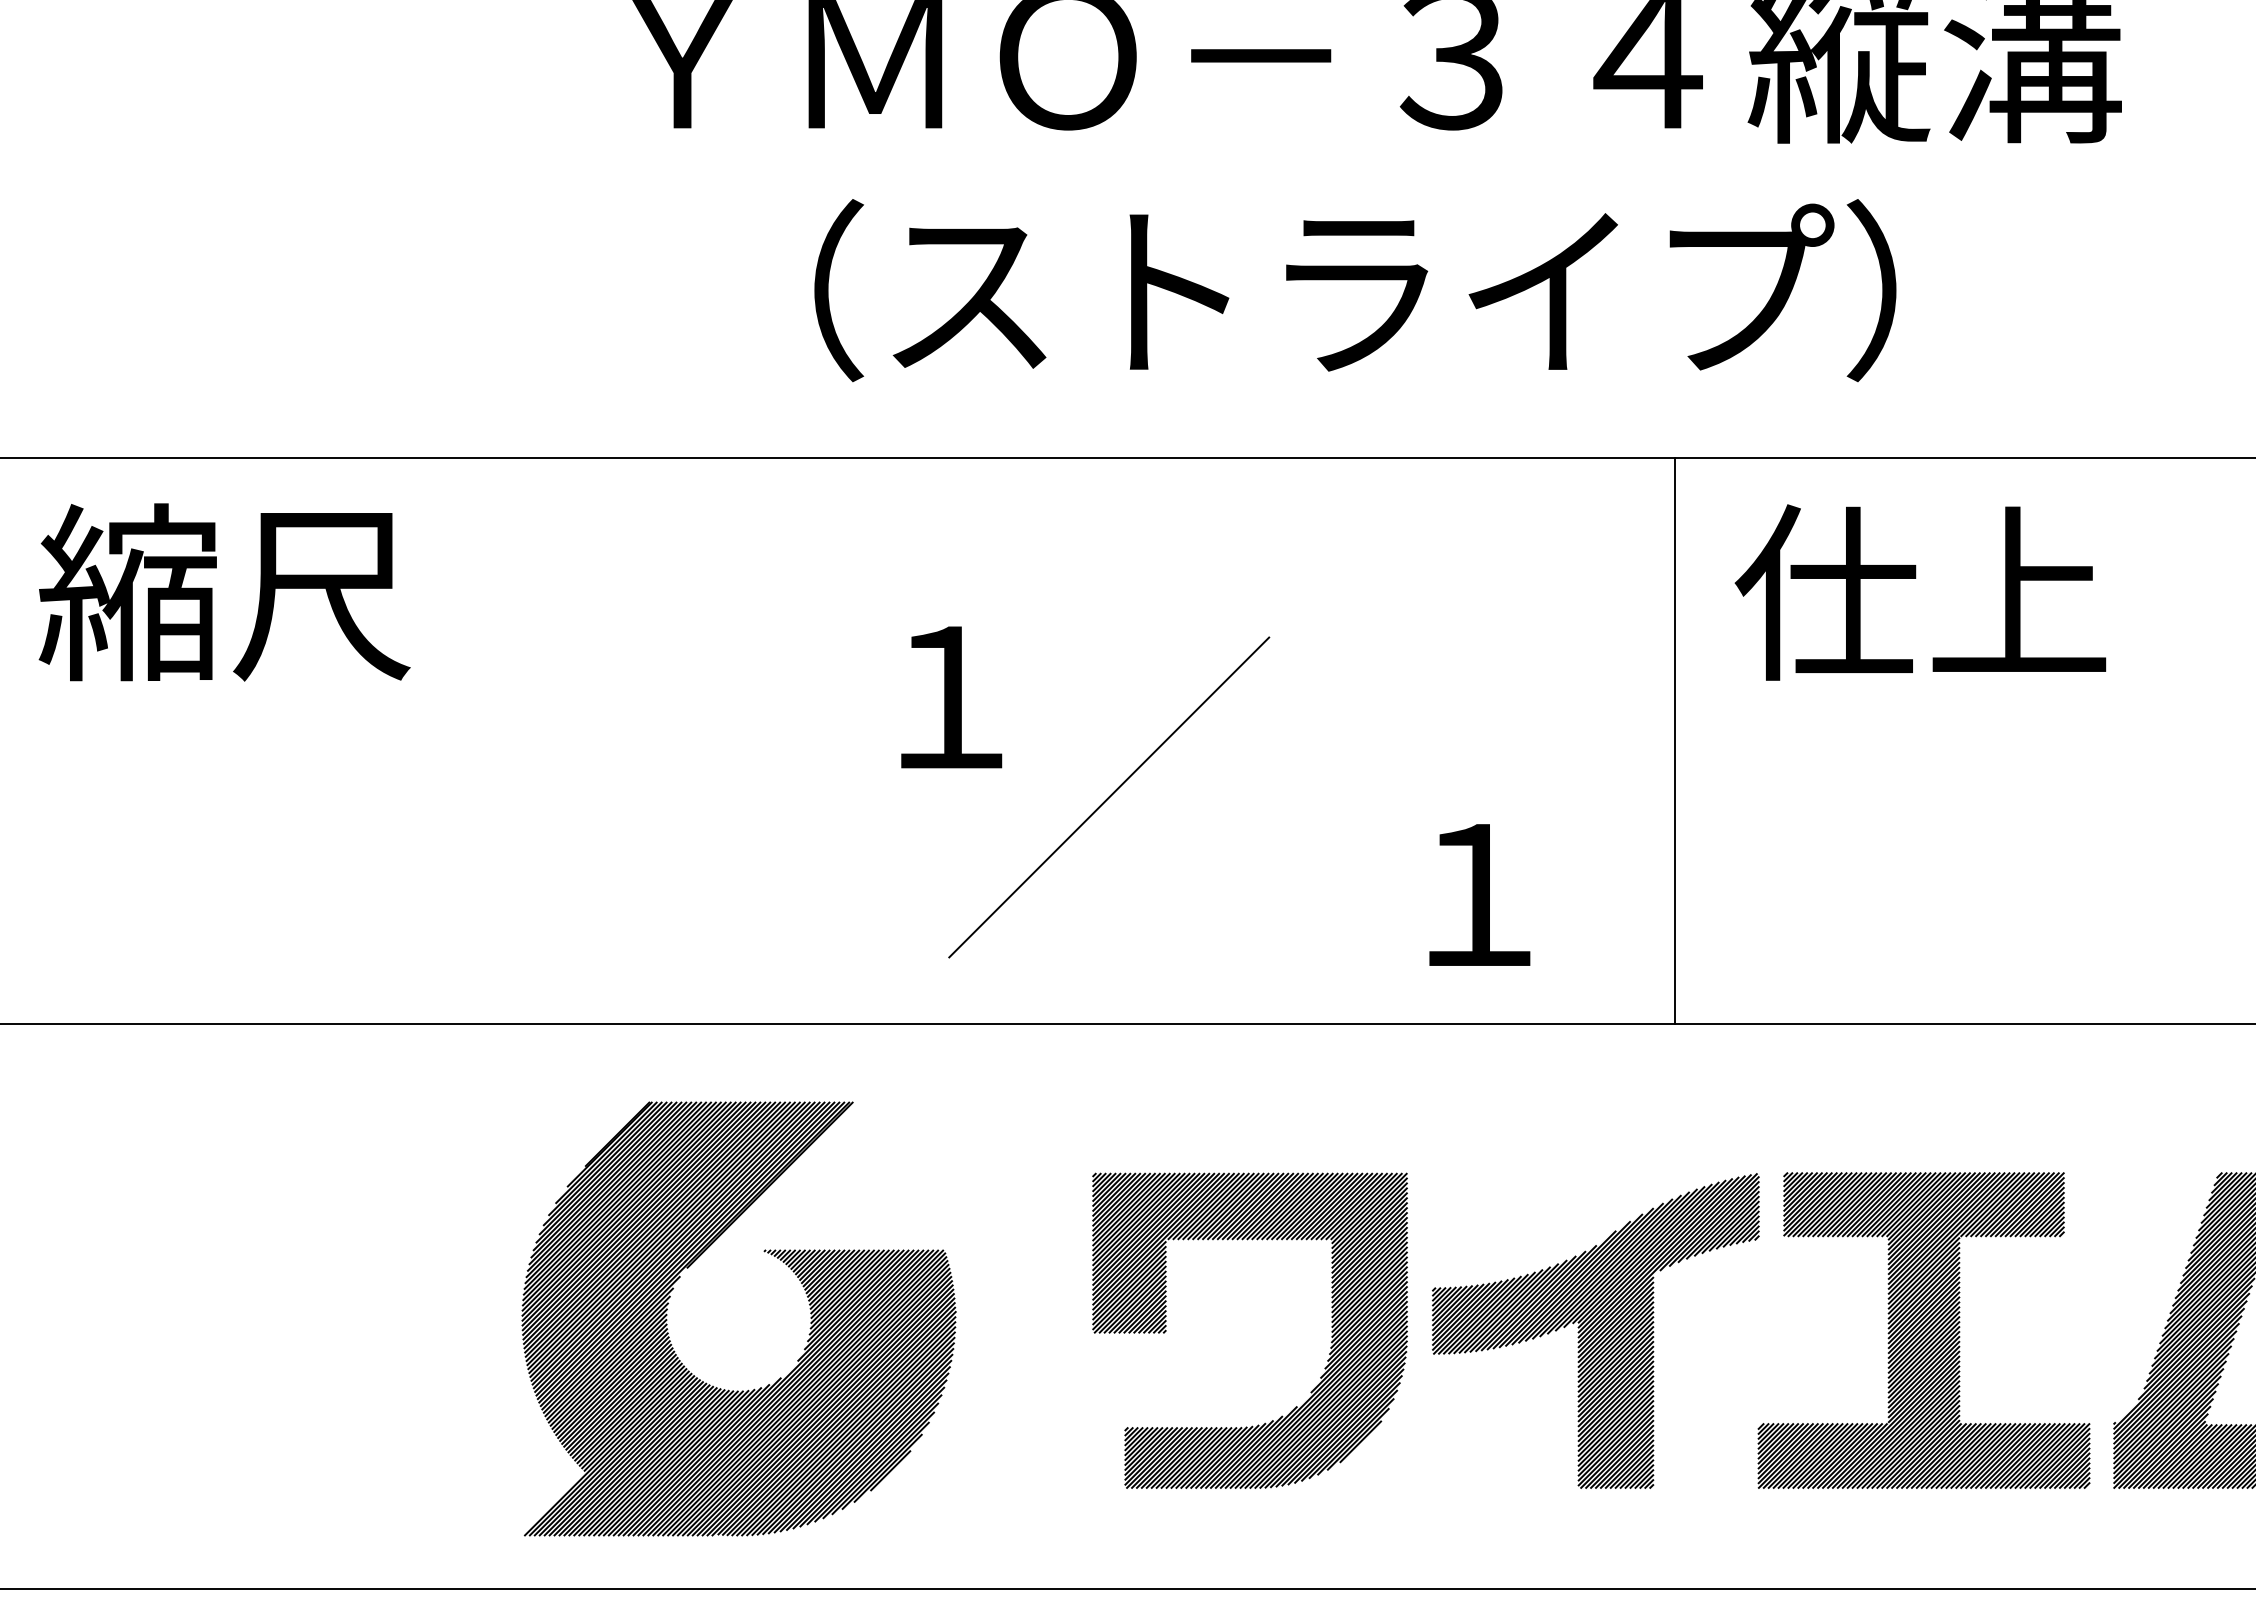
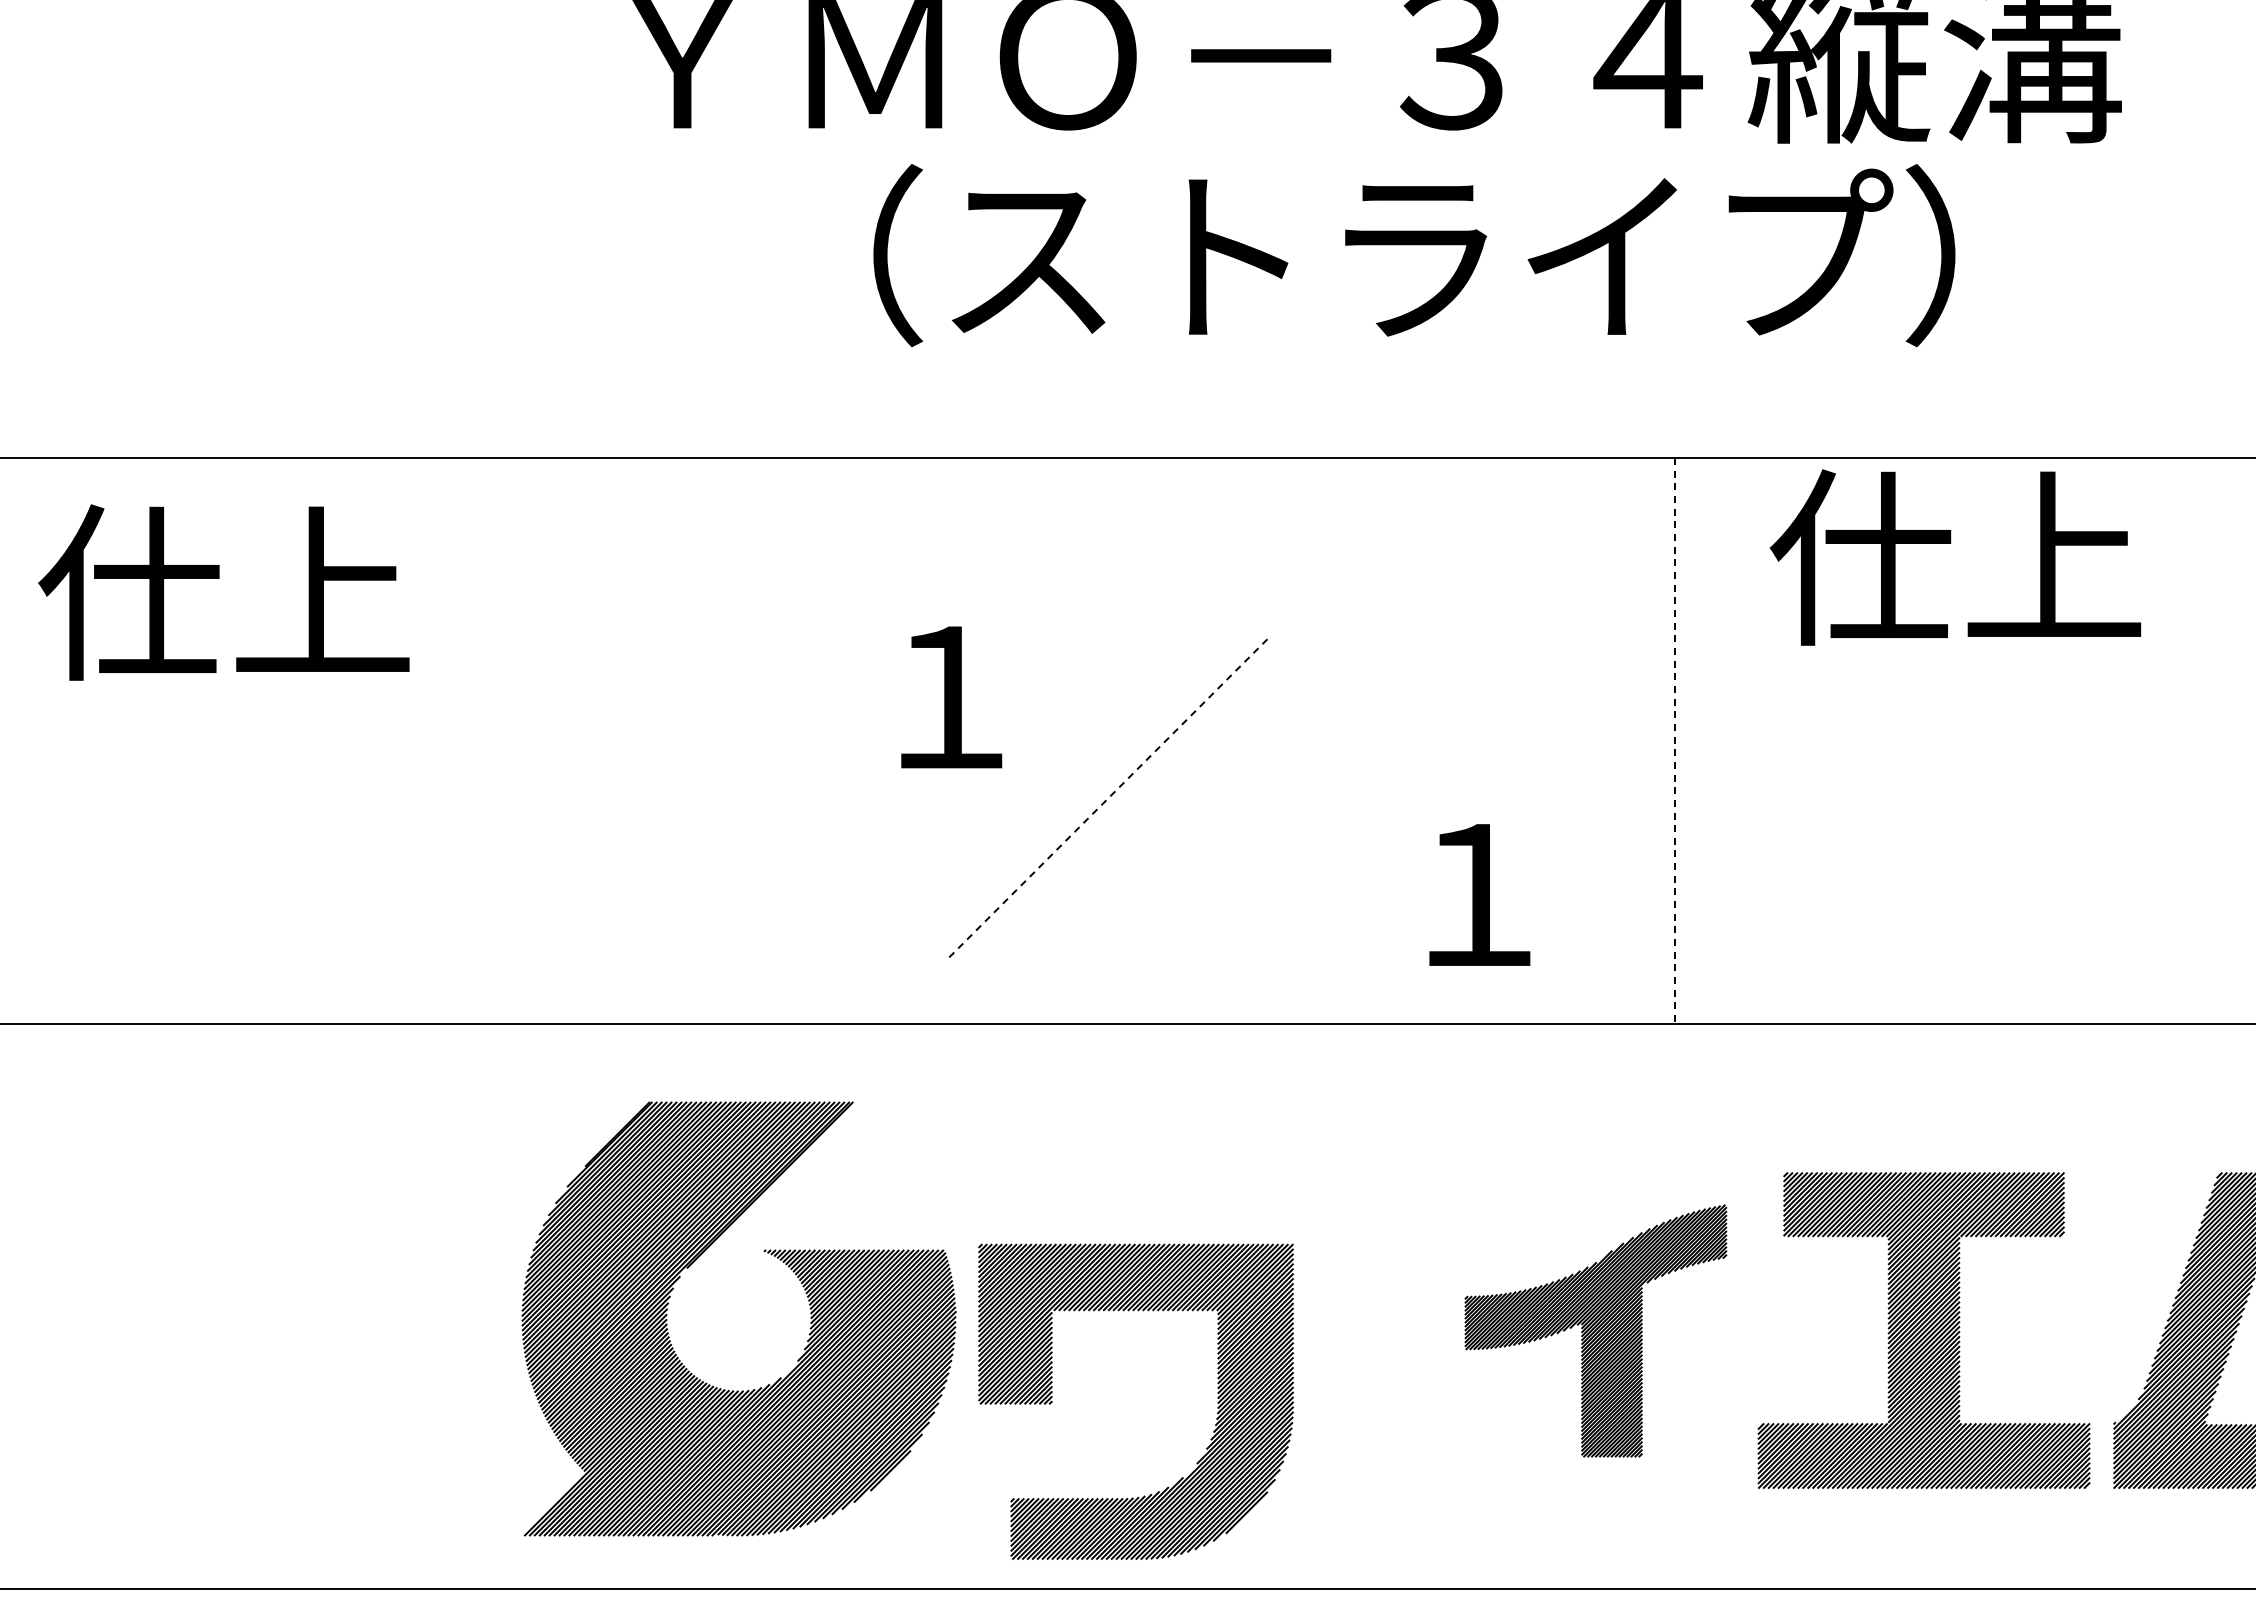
text at (1355, 290) position: (1355, 290) -> (1414, 255)
text at (224, 592): 縮尺 -> 仕上
text at (1920, 592) position: (1920, 592) -> (1955, 557)
line at (1674, 740): solid -> dashed
line at (1109, 797): solid -> dashed
part at (1595, 1330) size: 328x316 px -> 264x254 px
part at (1331, 1331) position: (1331, 1331) -> (1217, 1402)
